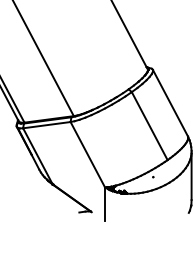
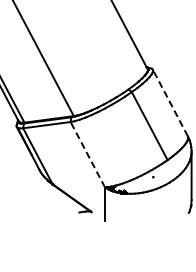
line at (170, 103): solid -> dashed
line at (87, 154): solid -> dashed
